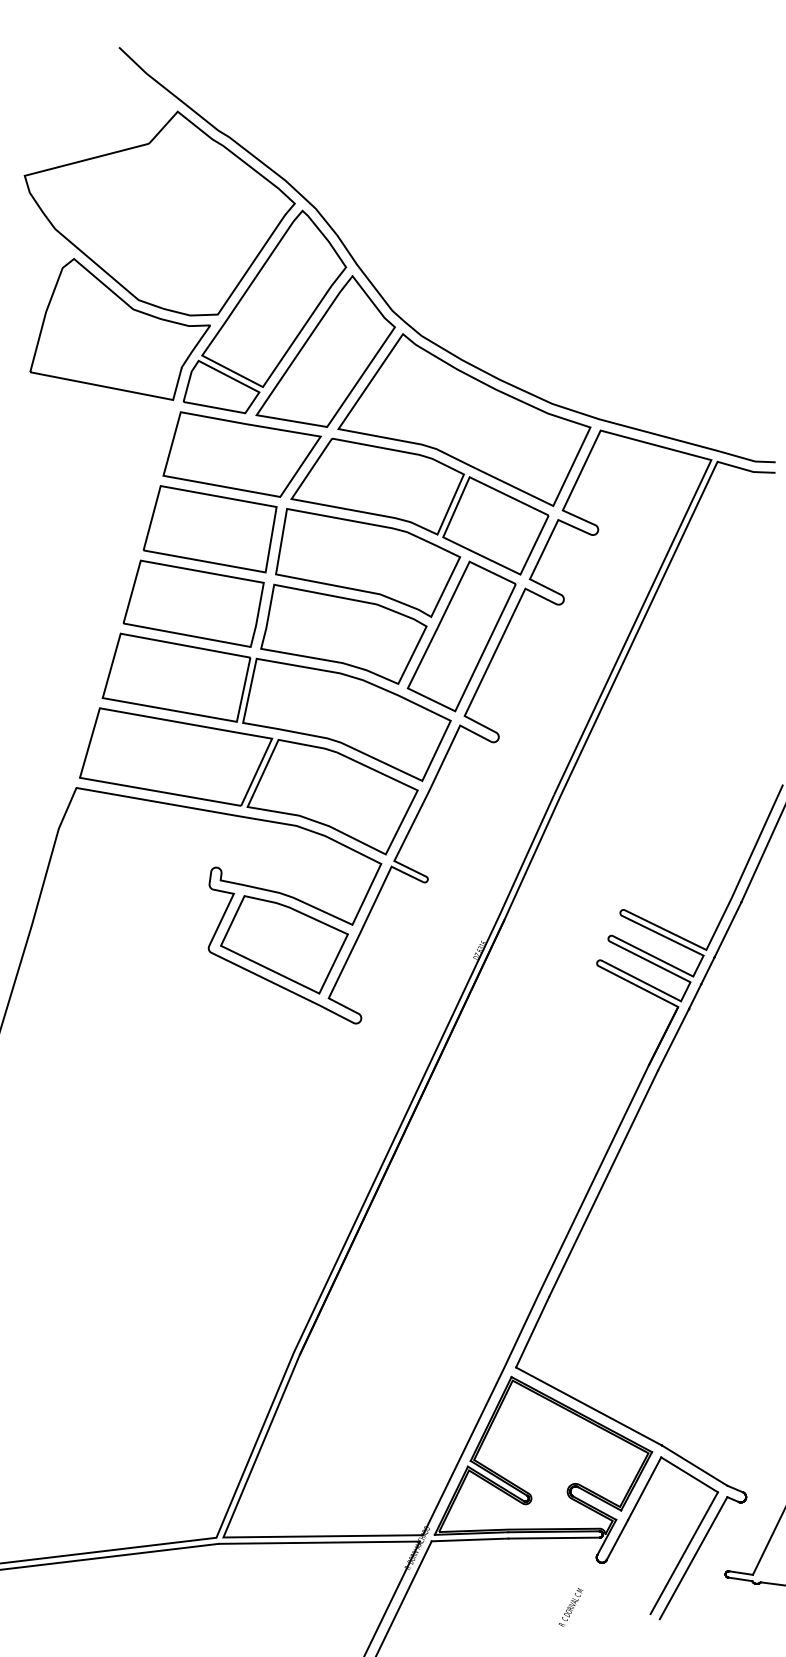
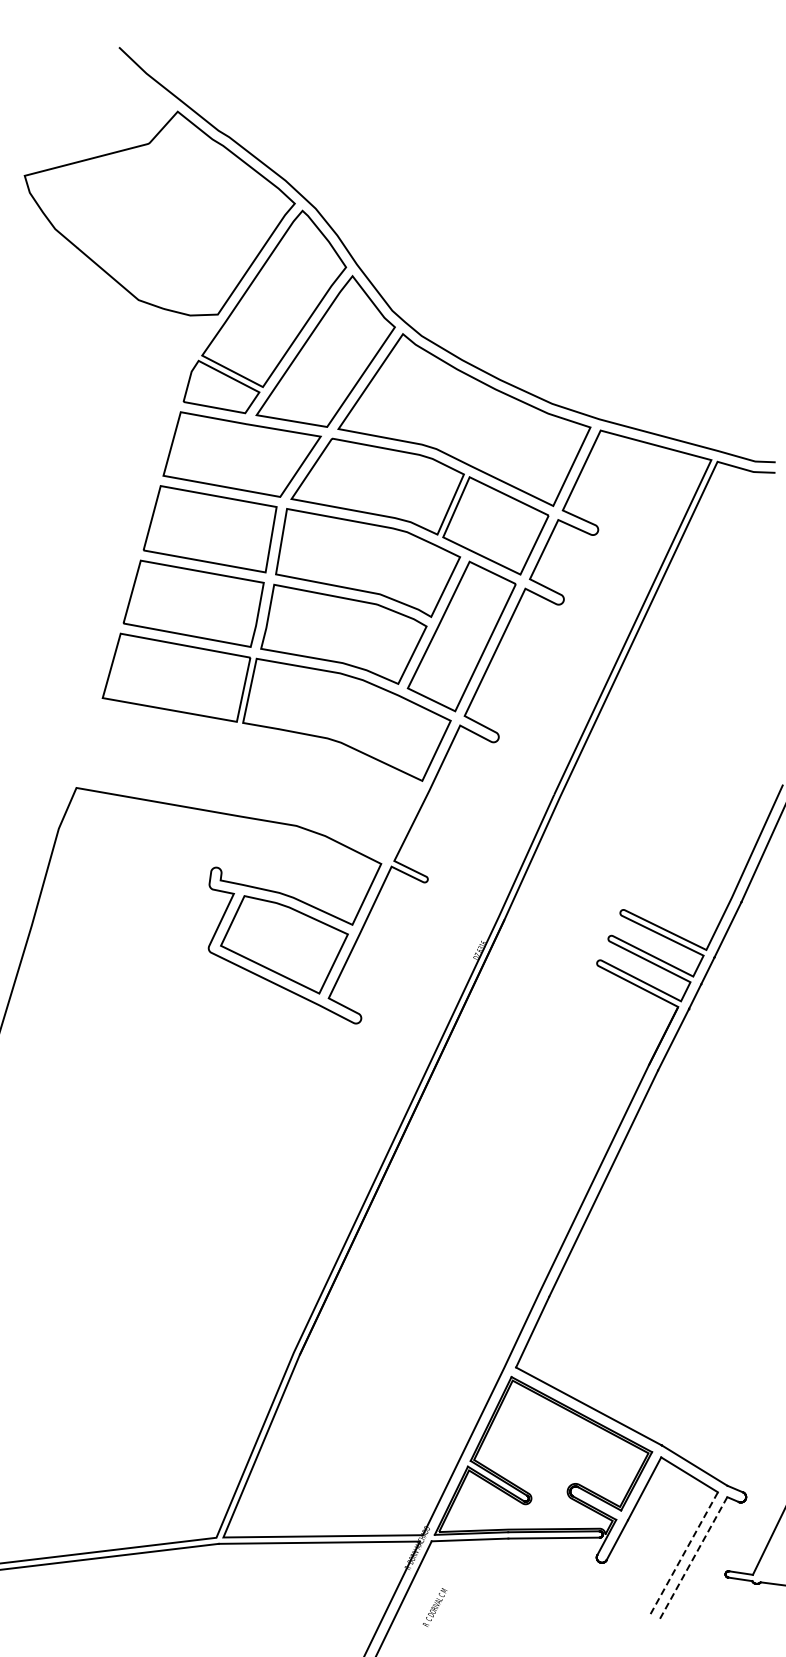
part at (119, 329): present -> none
part at (248, 781): present -> none
line at (684, 1553): solid -> dashed
line at (693, 1558): solid -> dashed
text at (570, 1607) position: (570, 1607) -> (434, 1607)
